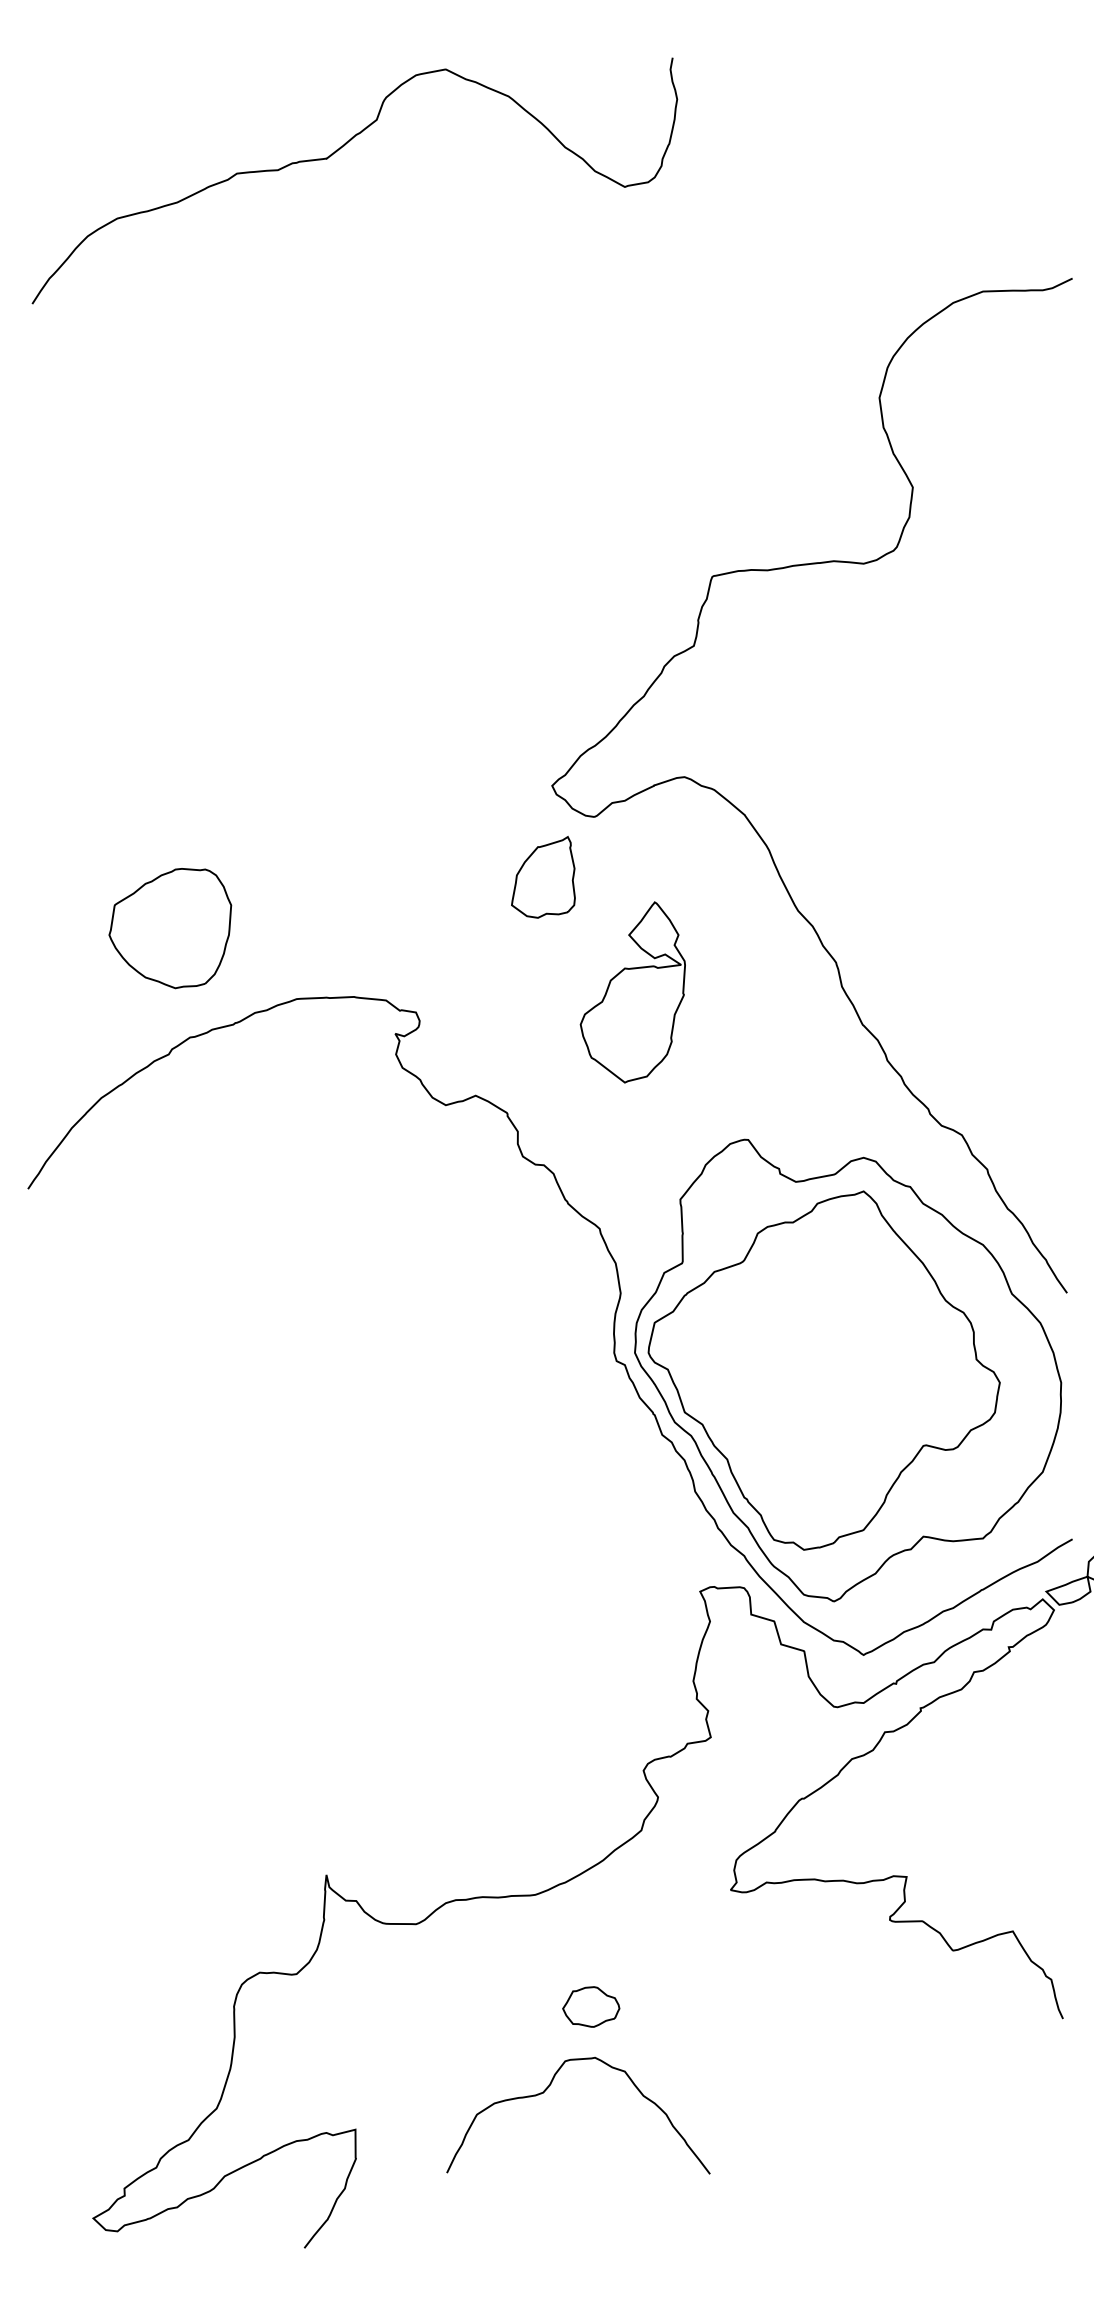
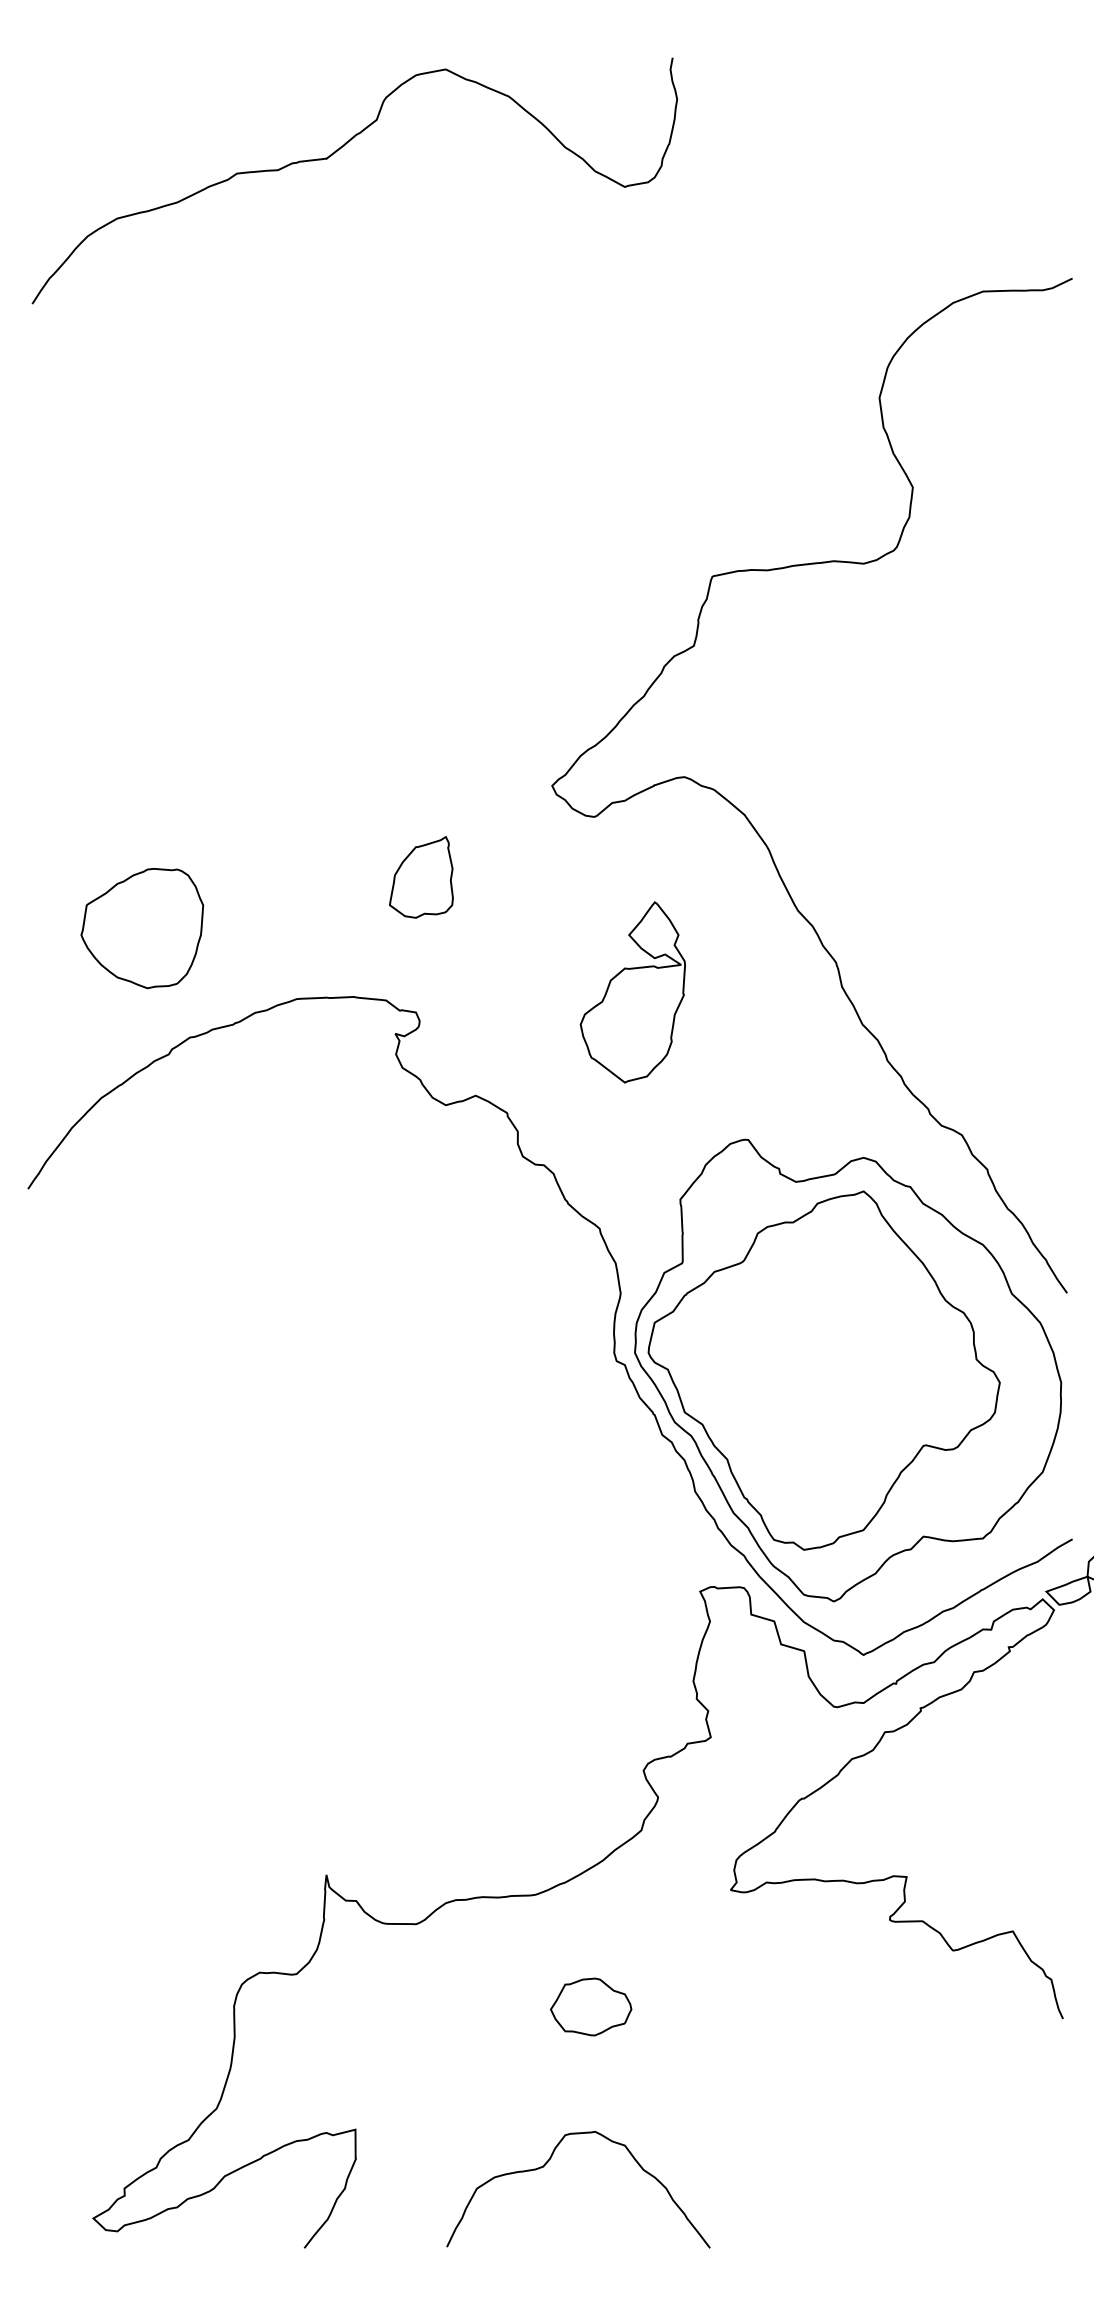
part at (543, 877) position: (543, 877) -> (421, 877)
part at (170, 928) position: (170, 928) -> (142, 928)
part at (591, 2006) size: 59x42 px -> 83x60 px
curve at (548, 2088) position: (548, 2088) -> (548, 2162)
